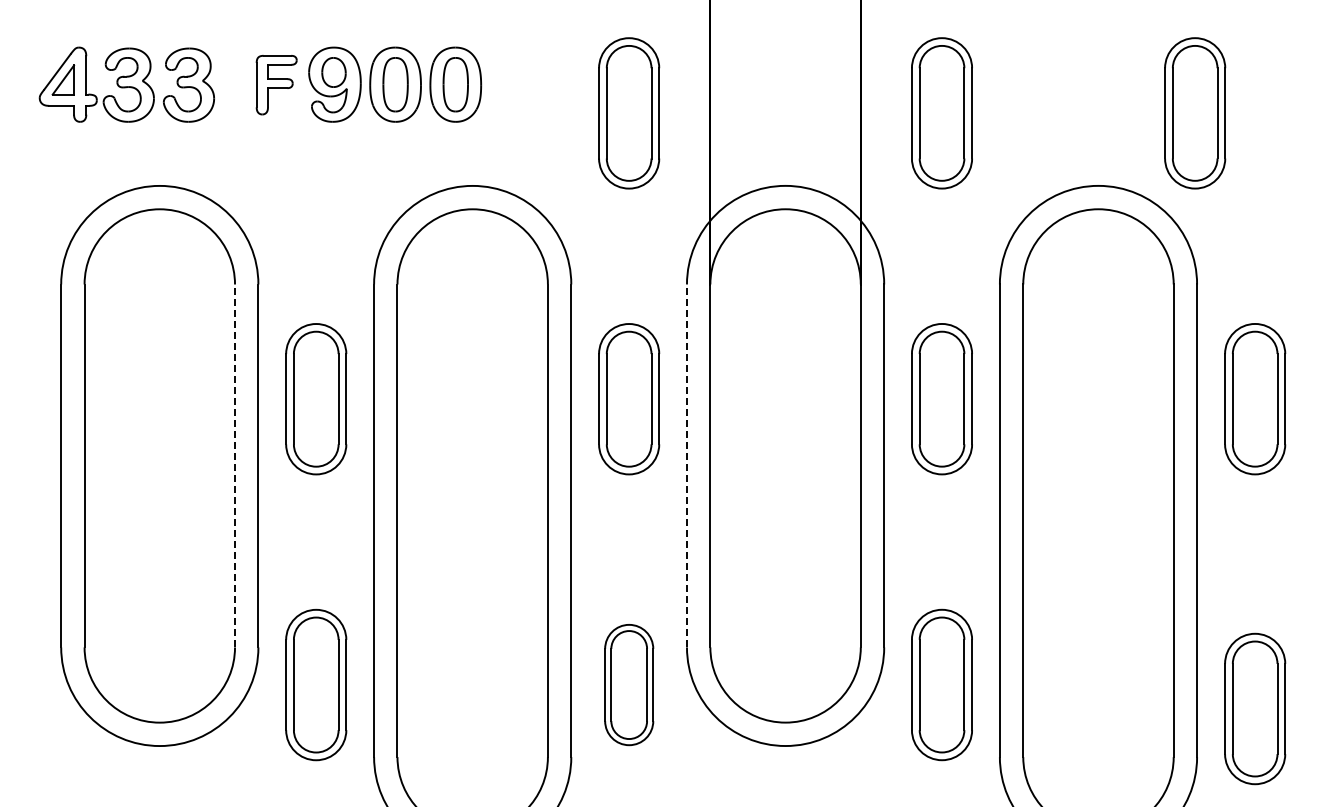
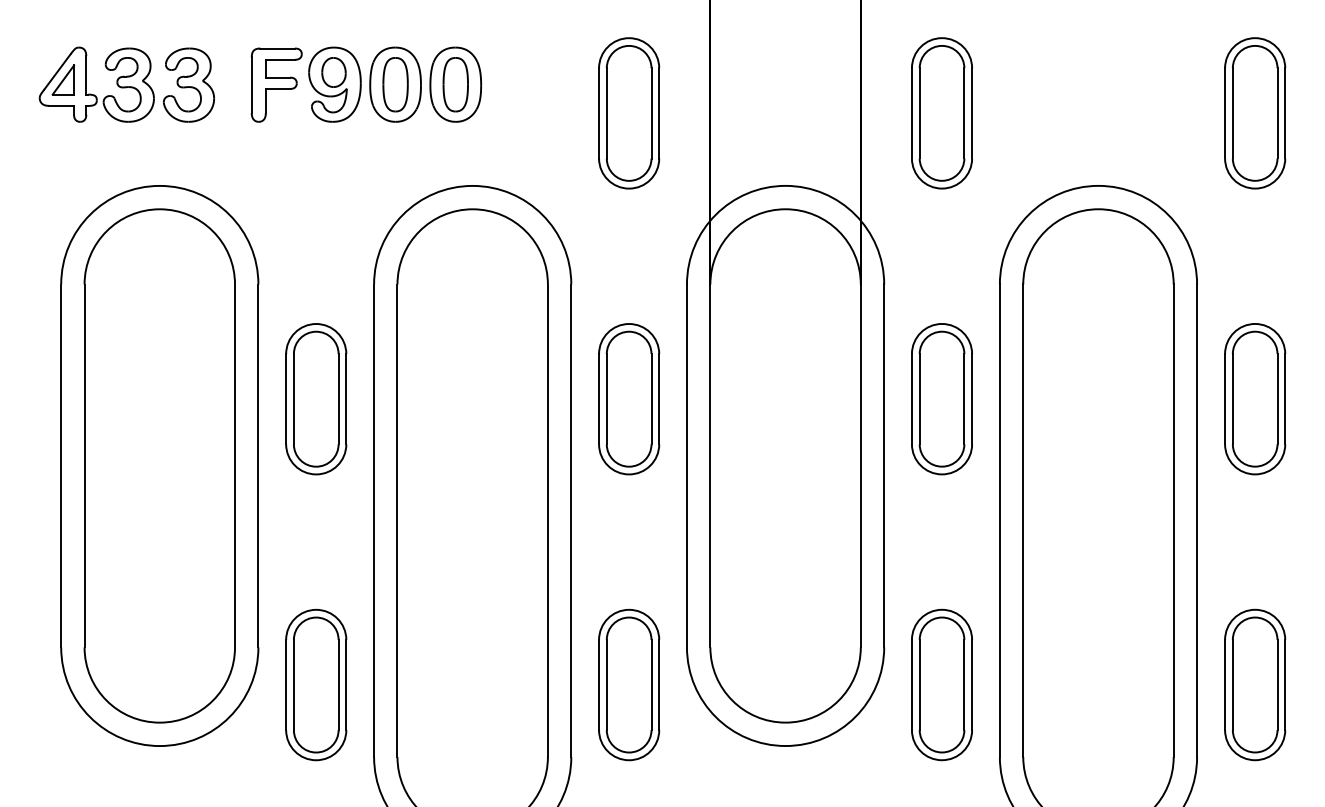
part at (276, 85) size: 43x61 px -> 53x76 px
part at (1195, 113) position: (1195, 113) -> (1255, 113)
line at (235, 465): dashed -> solid
line at (686, 465): dashed -> solid
part at (629, 685) size: 51x123 px -> 63x154 px
part at (1255, 708) position: (1255, 708) -> (1255, 684)
